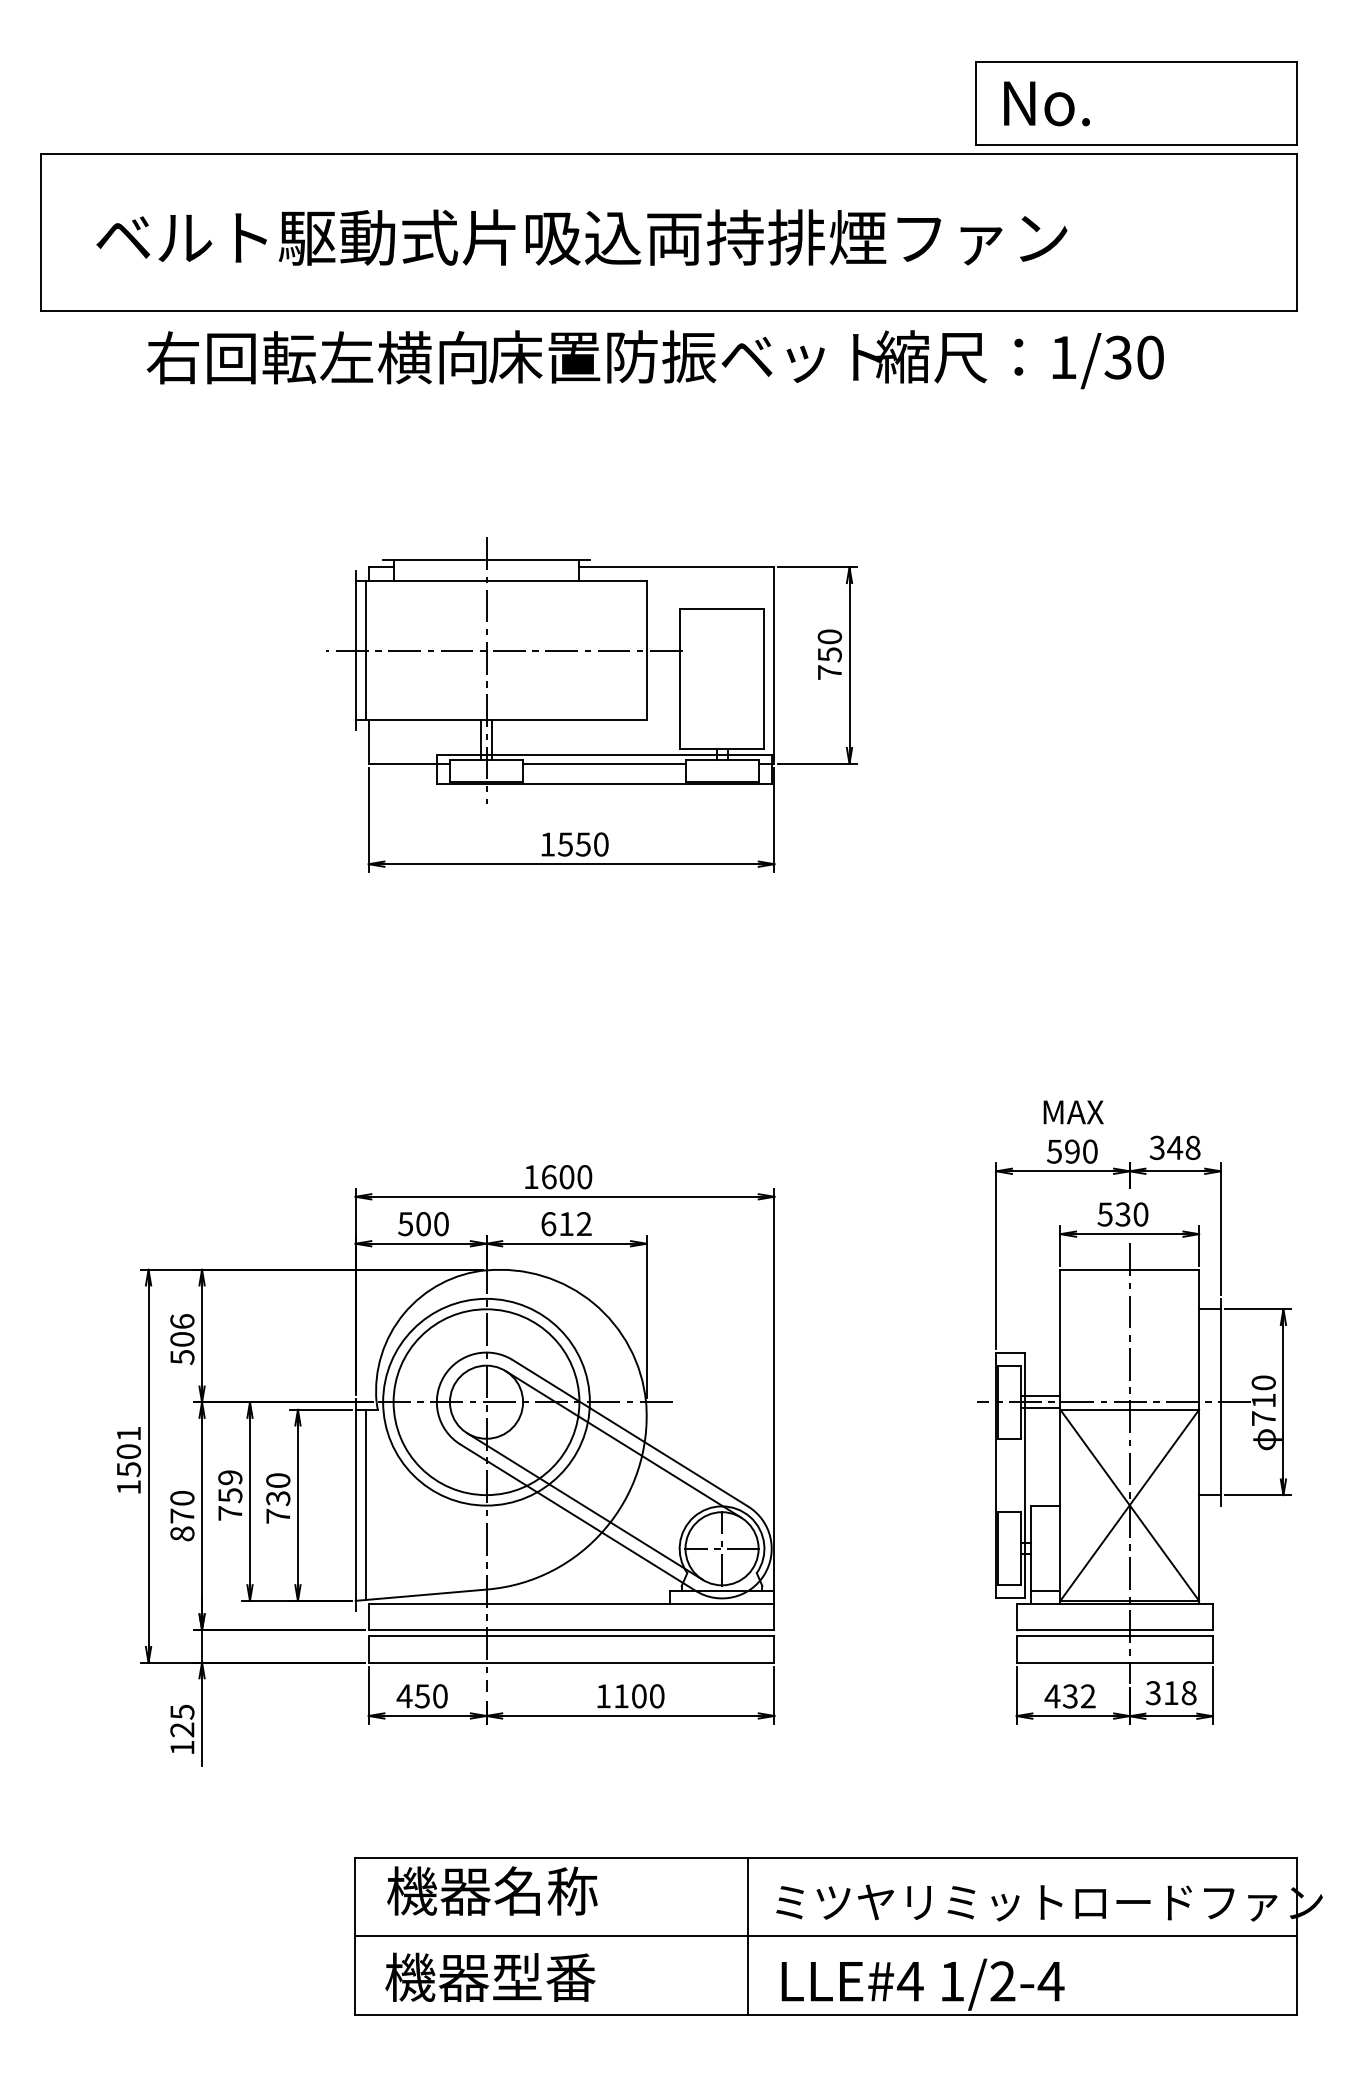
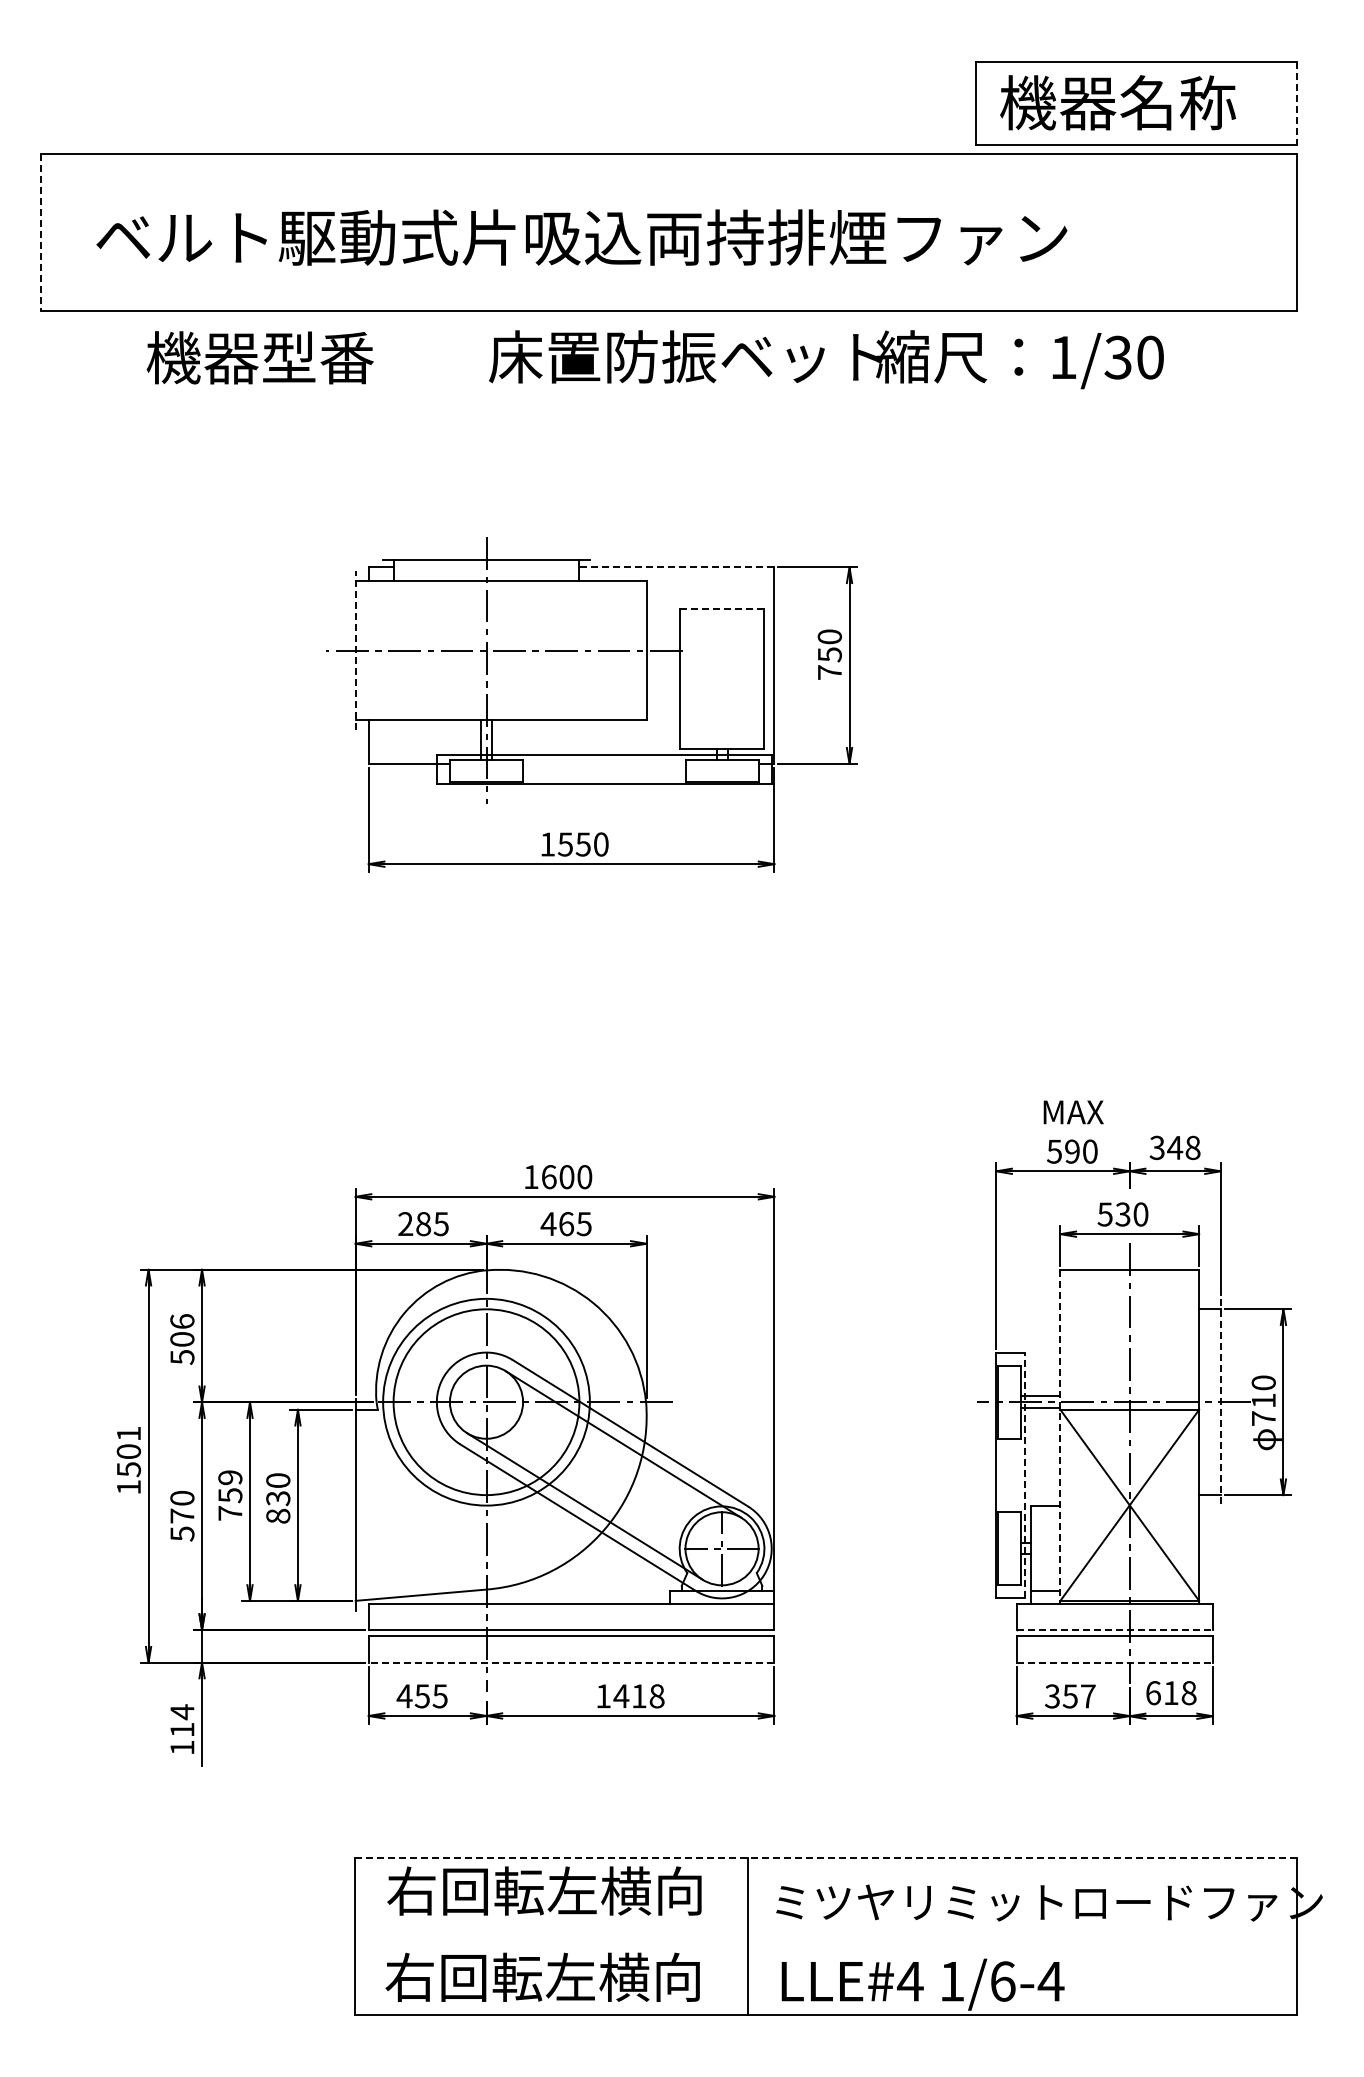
text at (1117, 102): No. -> 機器名称
line at (1297, 104): solid -> dashed
line at (40, 232): solid -> dashed
text at (316, 357): 右回転左横向 -> 機器型番
line at (676, 567): solid -> dashed
line at (721, 608): solid -> dashed
line at (355, 650): solid -> dashed
line at (366, 650): present -> none
line at (604, 763): present -> none
text at (423, 1224): 500 -> 285
text at (565, 1224): 612 -> 465
line at (1220, 1402): solid -> dashed
line at (1060, 1436): solid -> dashed
line at (1025, 1475): solid -> dashed
line at (366, 1504): present -> none
text at (278, 1515): 730 -> 830
text at (182, 1533): 870 -> 570
line at (1115, 1629): solid -> dashed
line at (571, 1662): solid -> dashed
line at (1115, 1662): solid -> dashed
text at (1152, 1693): 318 -> 618
text at (439, 1696): 450 -> 455
text at (638, 1696): 1100 -> 1418
text at (1069, 1696): 432 -> 357
text at (182, 1720): 125 -> 114
line at (826, 1857): solid -> dashed
text at (544, 1890): 機器名称 -> 右回転左横向
line at (826, 1936): present -> none
text at (542, 1977): 機器型番 -> 右回転左横向
text at (1002, 1981): 1/2-4 -> 1/6-4
